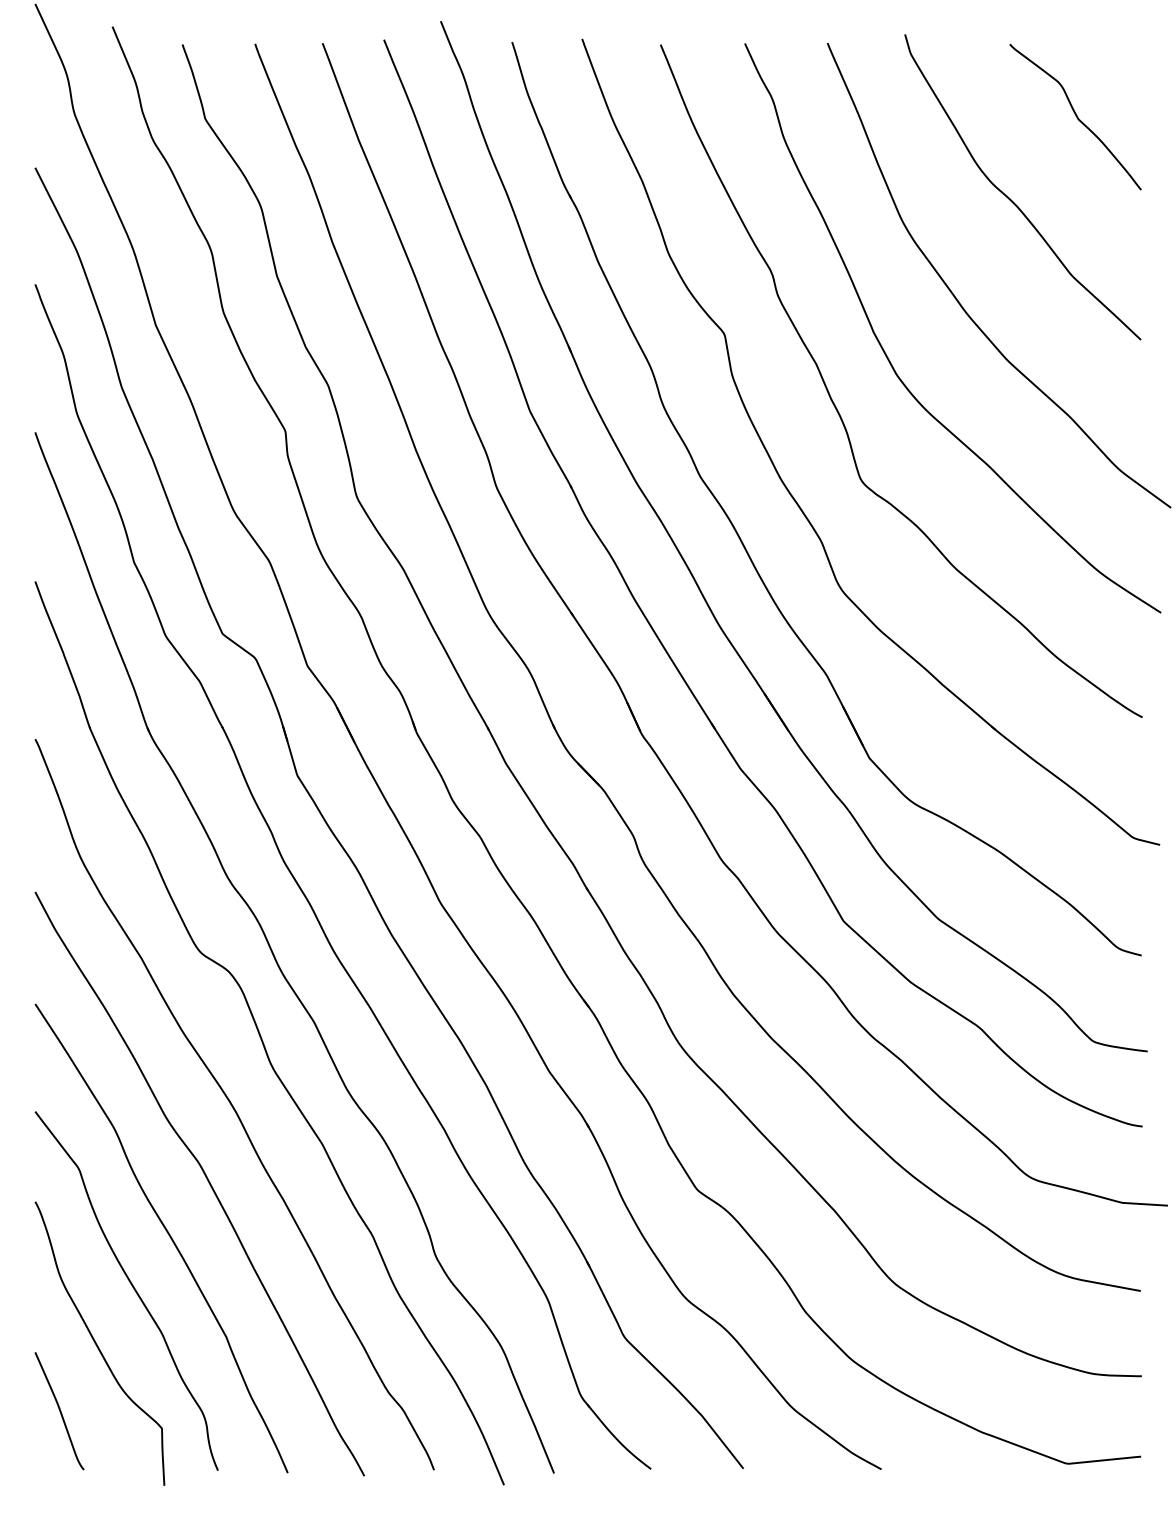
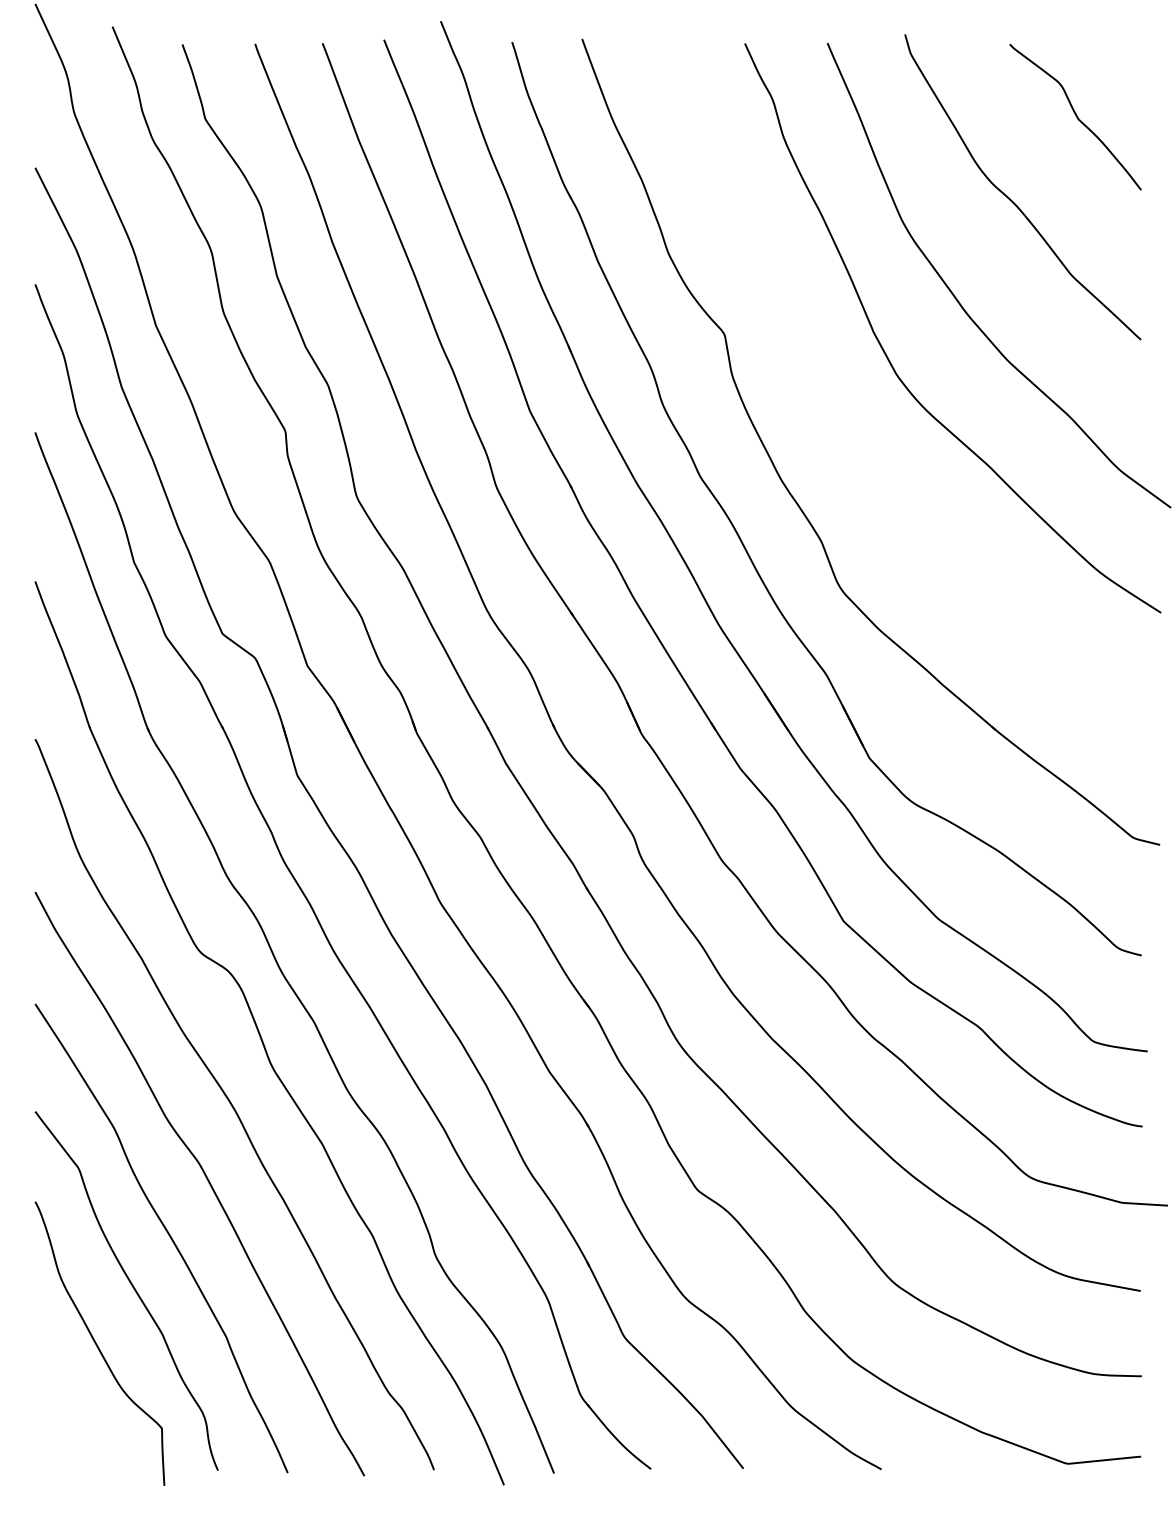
curve at (839, 412): present -> none
curve at (59, 1411): present -> none
